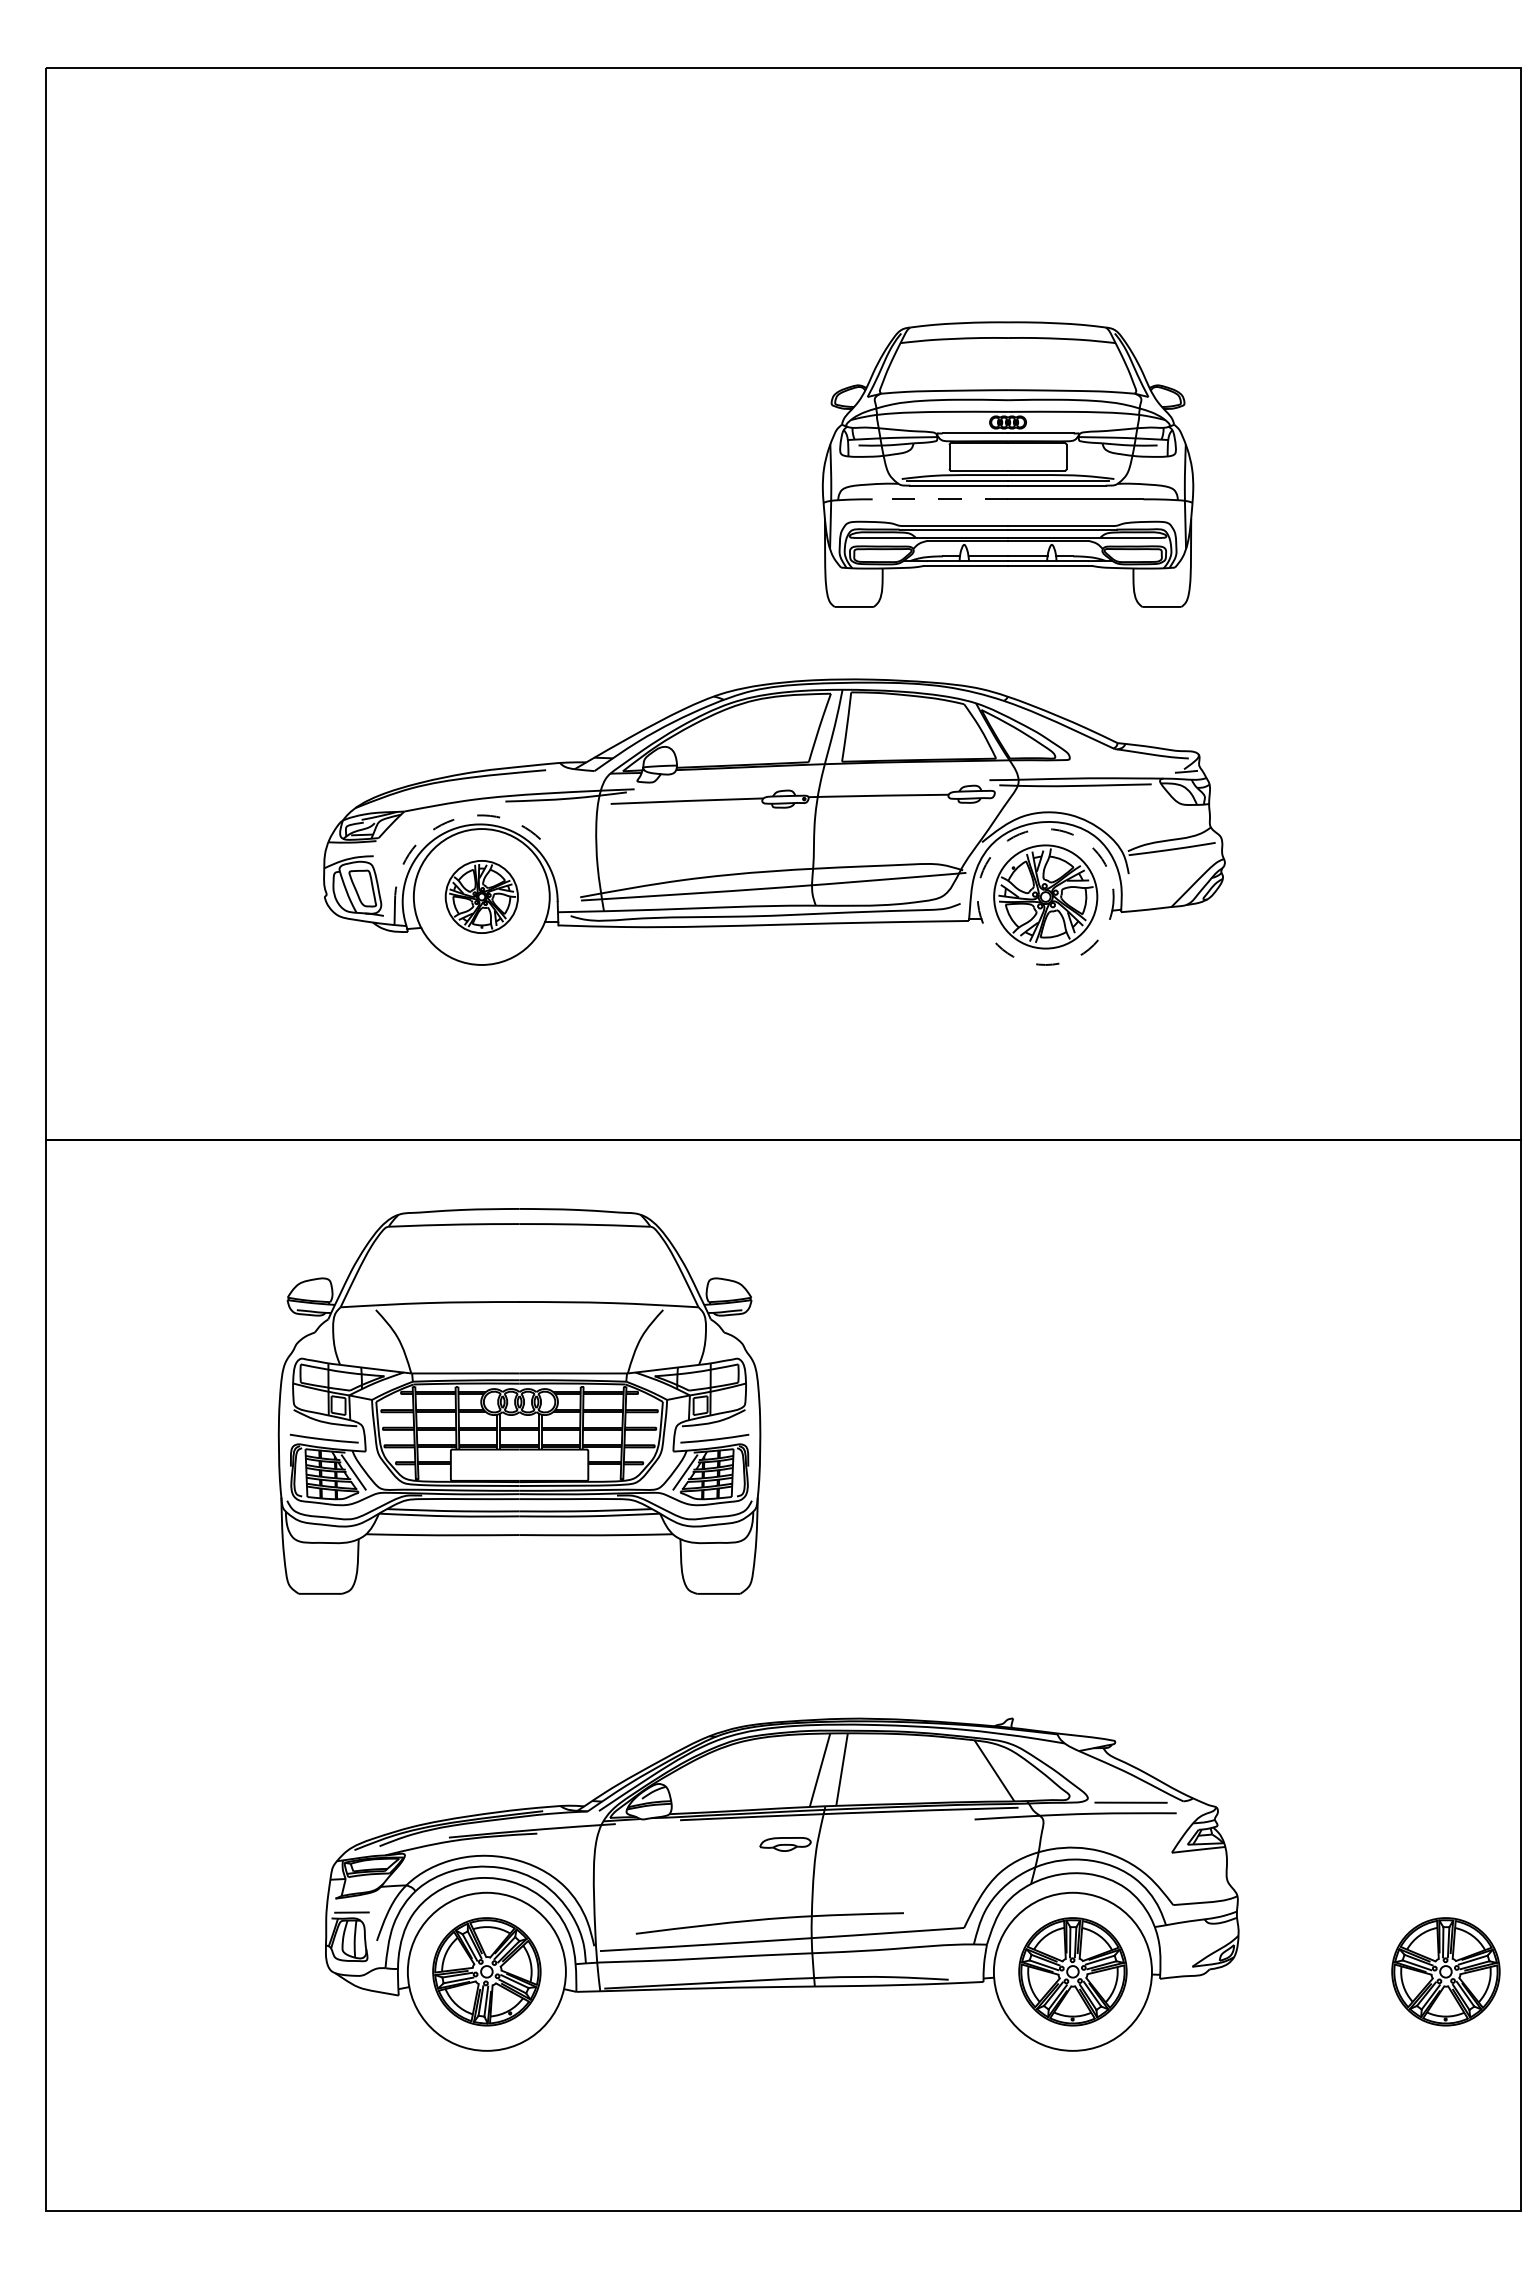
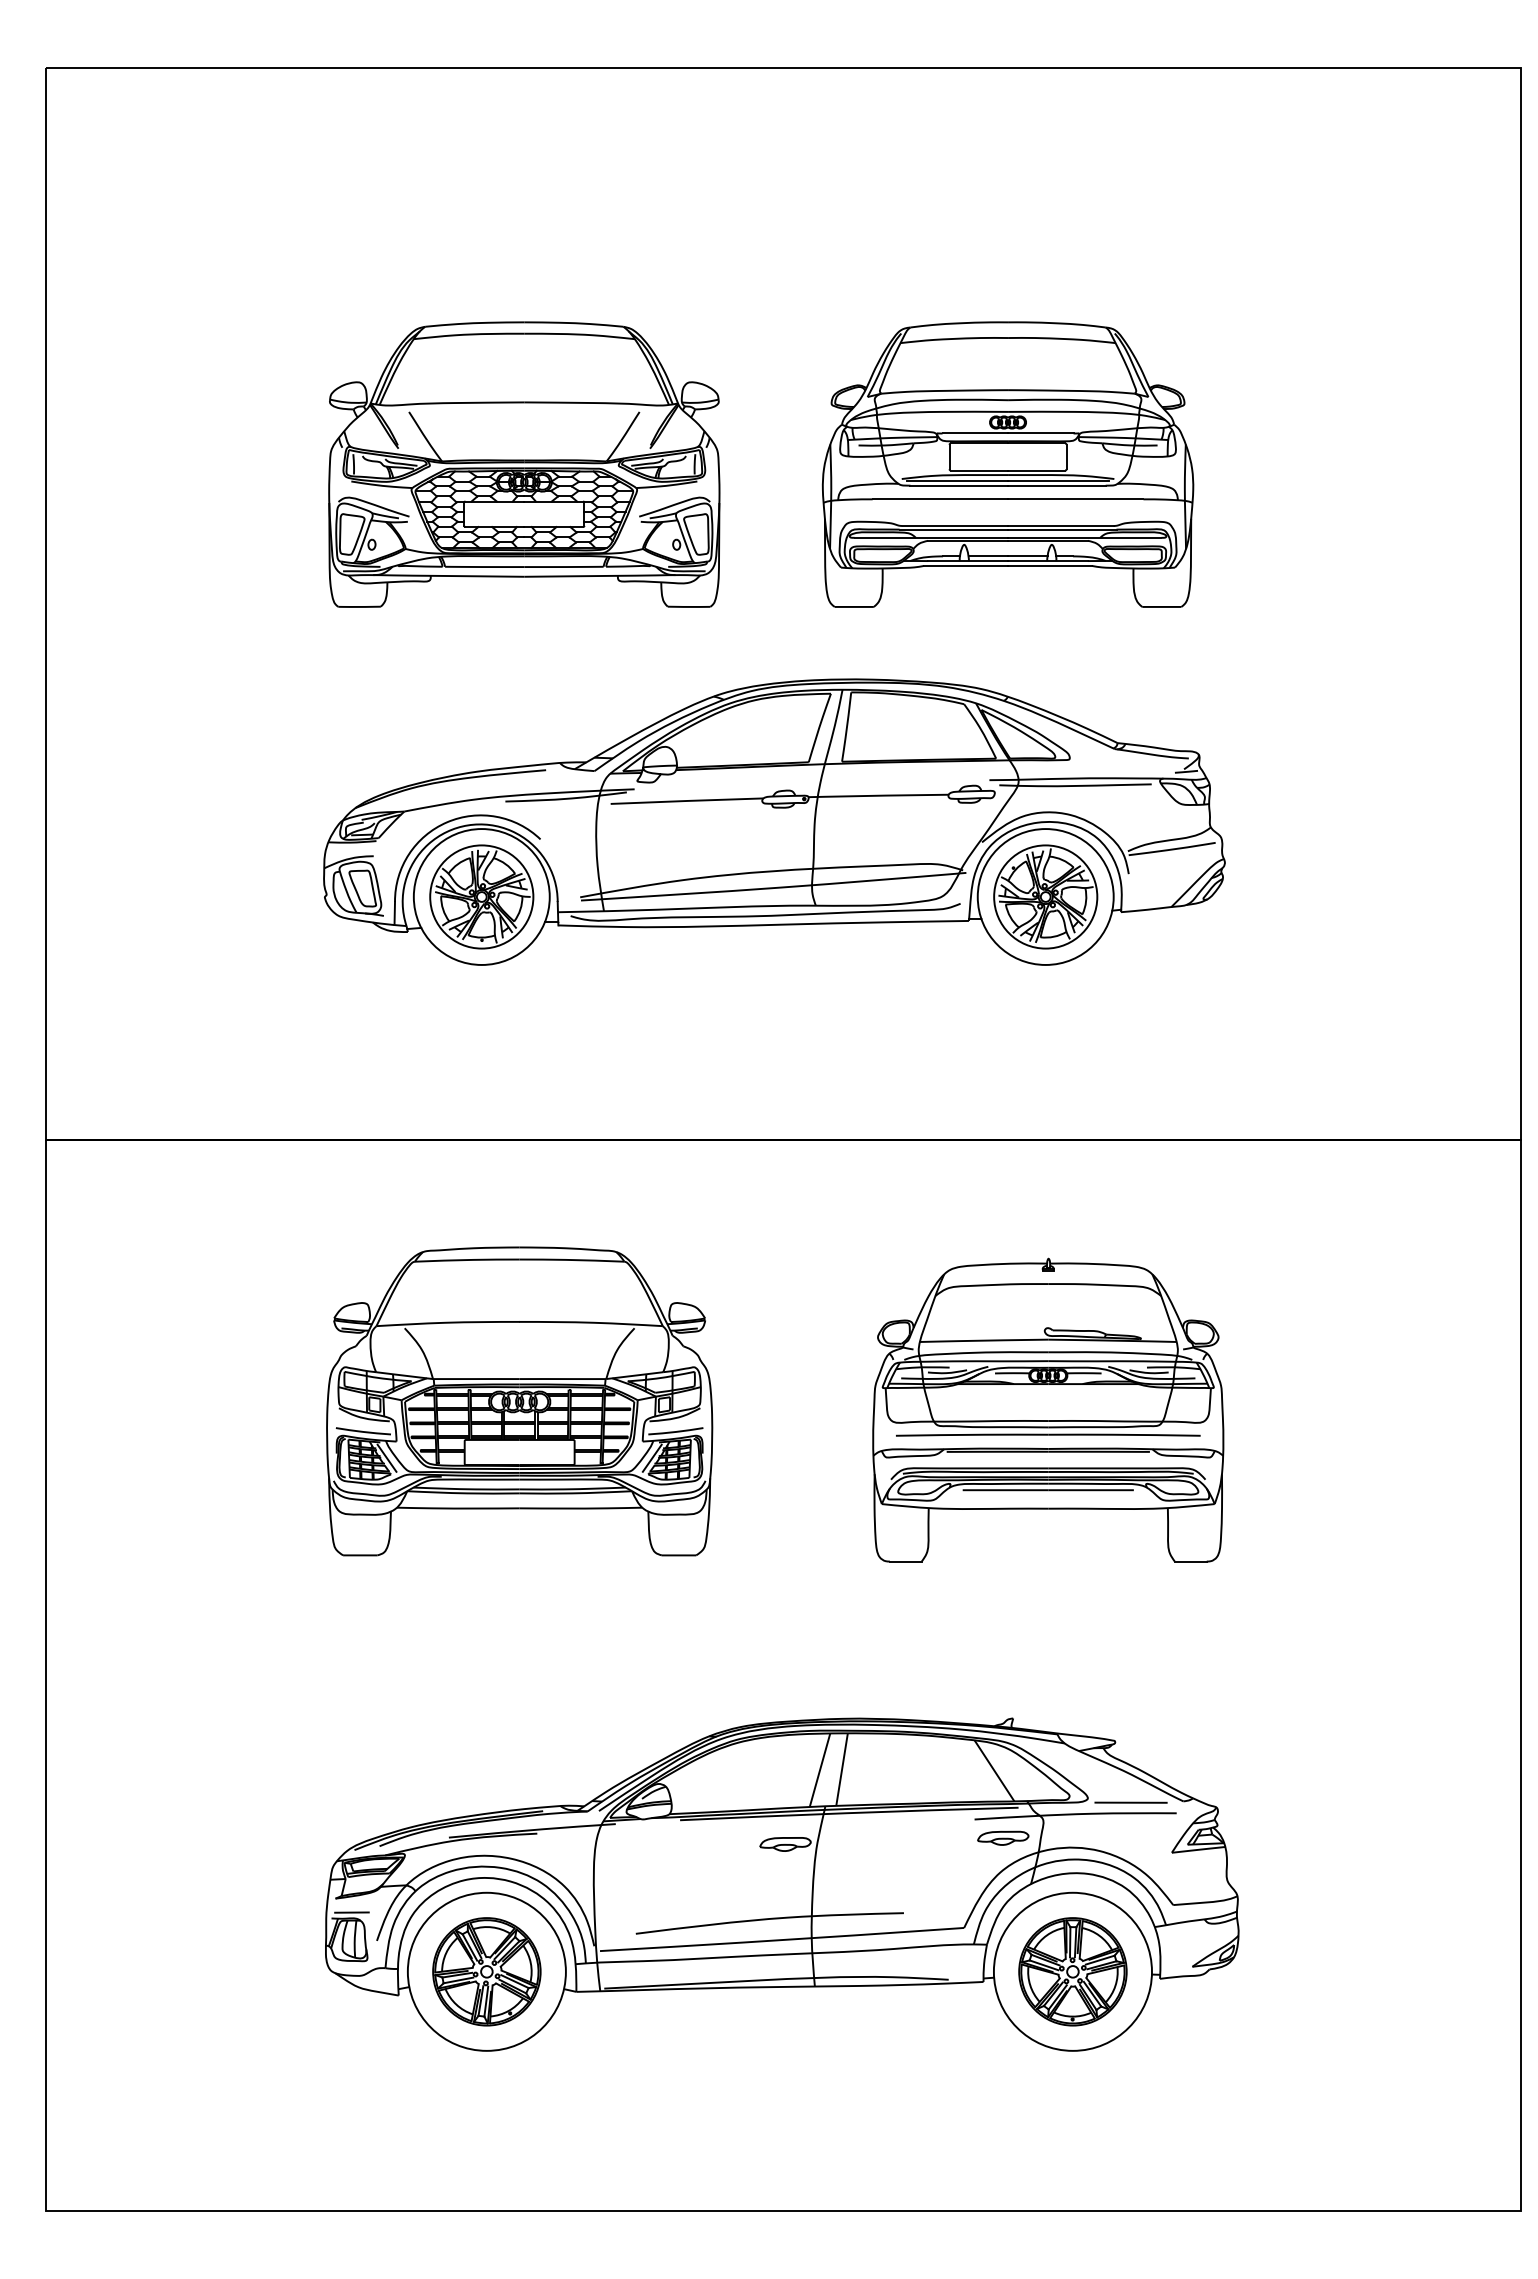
part at (524, 464): none -> present
line at (940, 499): dashed -> solid
arc at (447, 822): dashed -> solid
part at (481, 896) size: 75x74 px -> 106x106 px
circle at (1045, 896): dashed -> solid
part at (519, 1401) size: 485x387 px -> 388x311 px
part at (1048, 1409): none -> present
part at (1003, 1837): none -> present
part at (1445, 1971): present -> none
